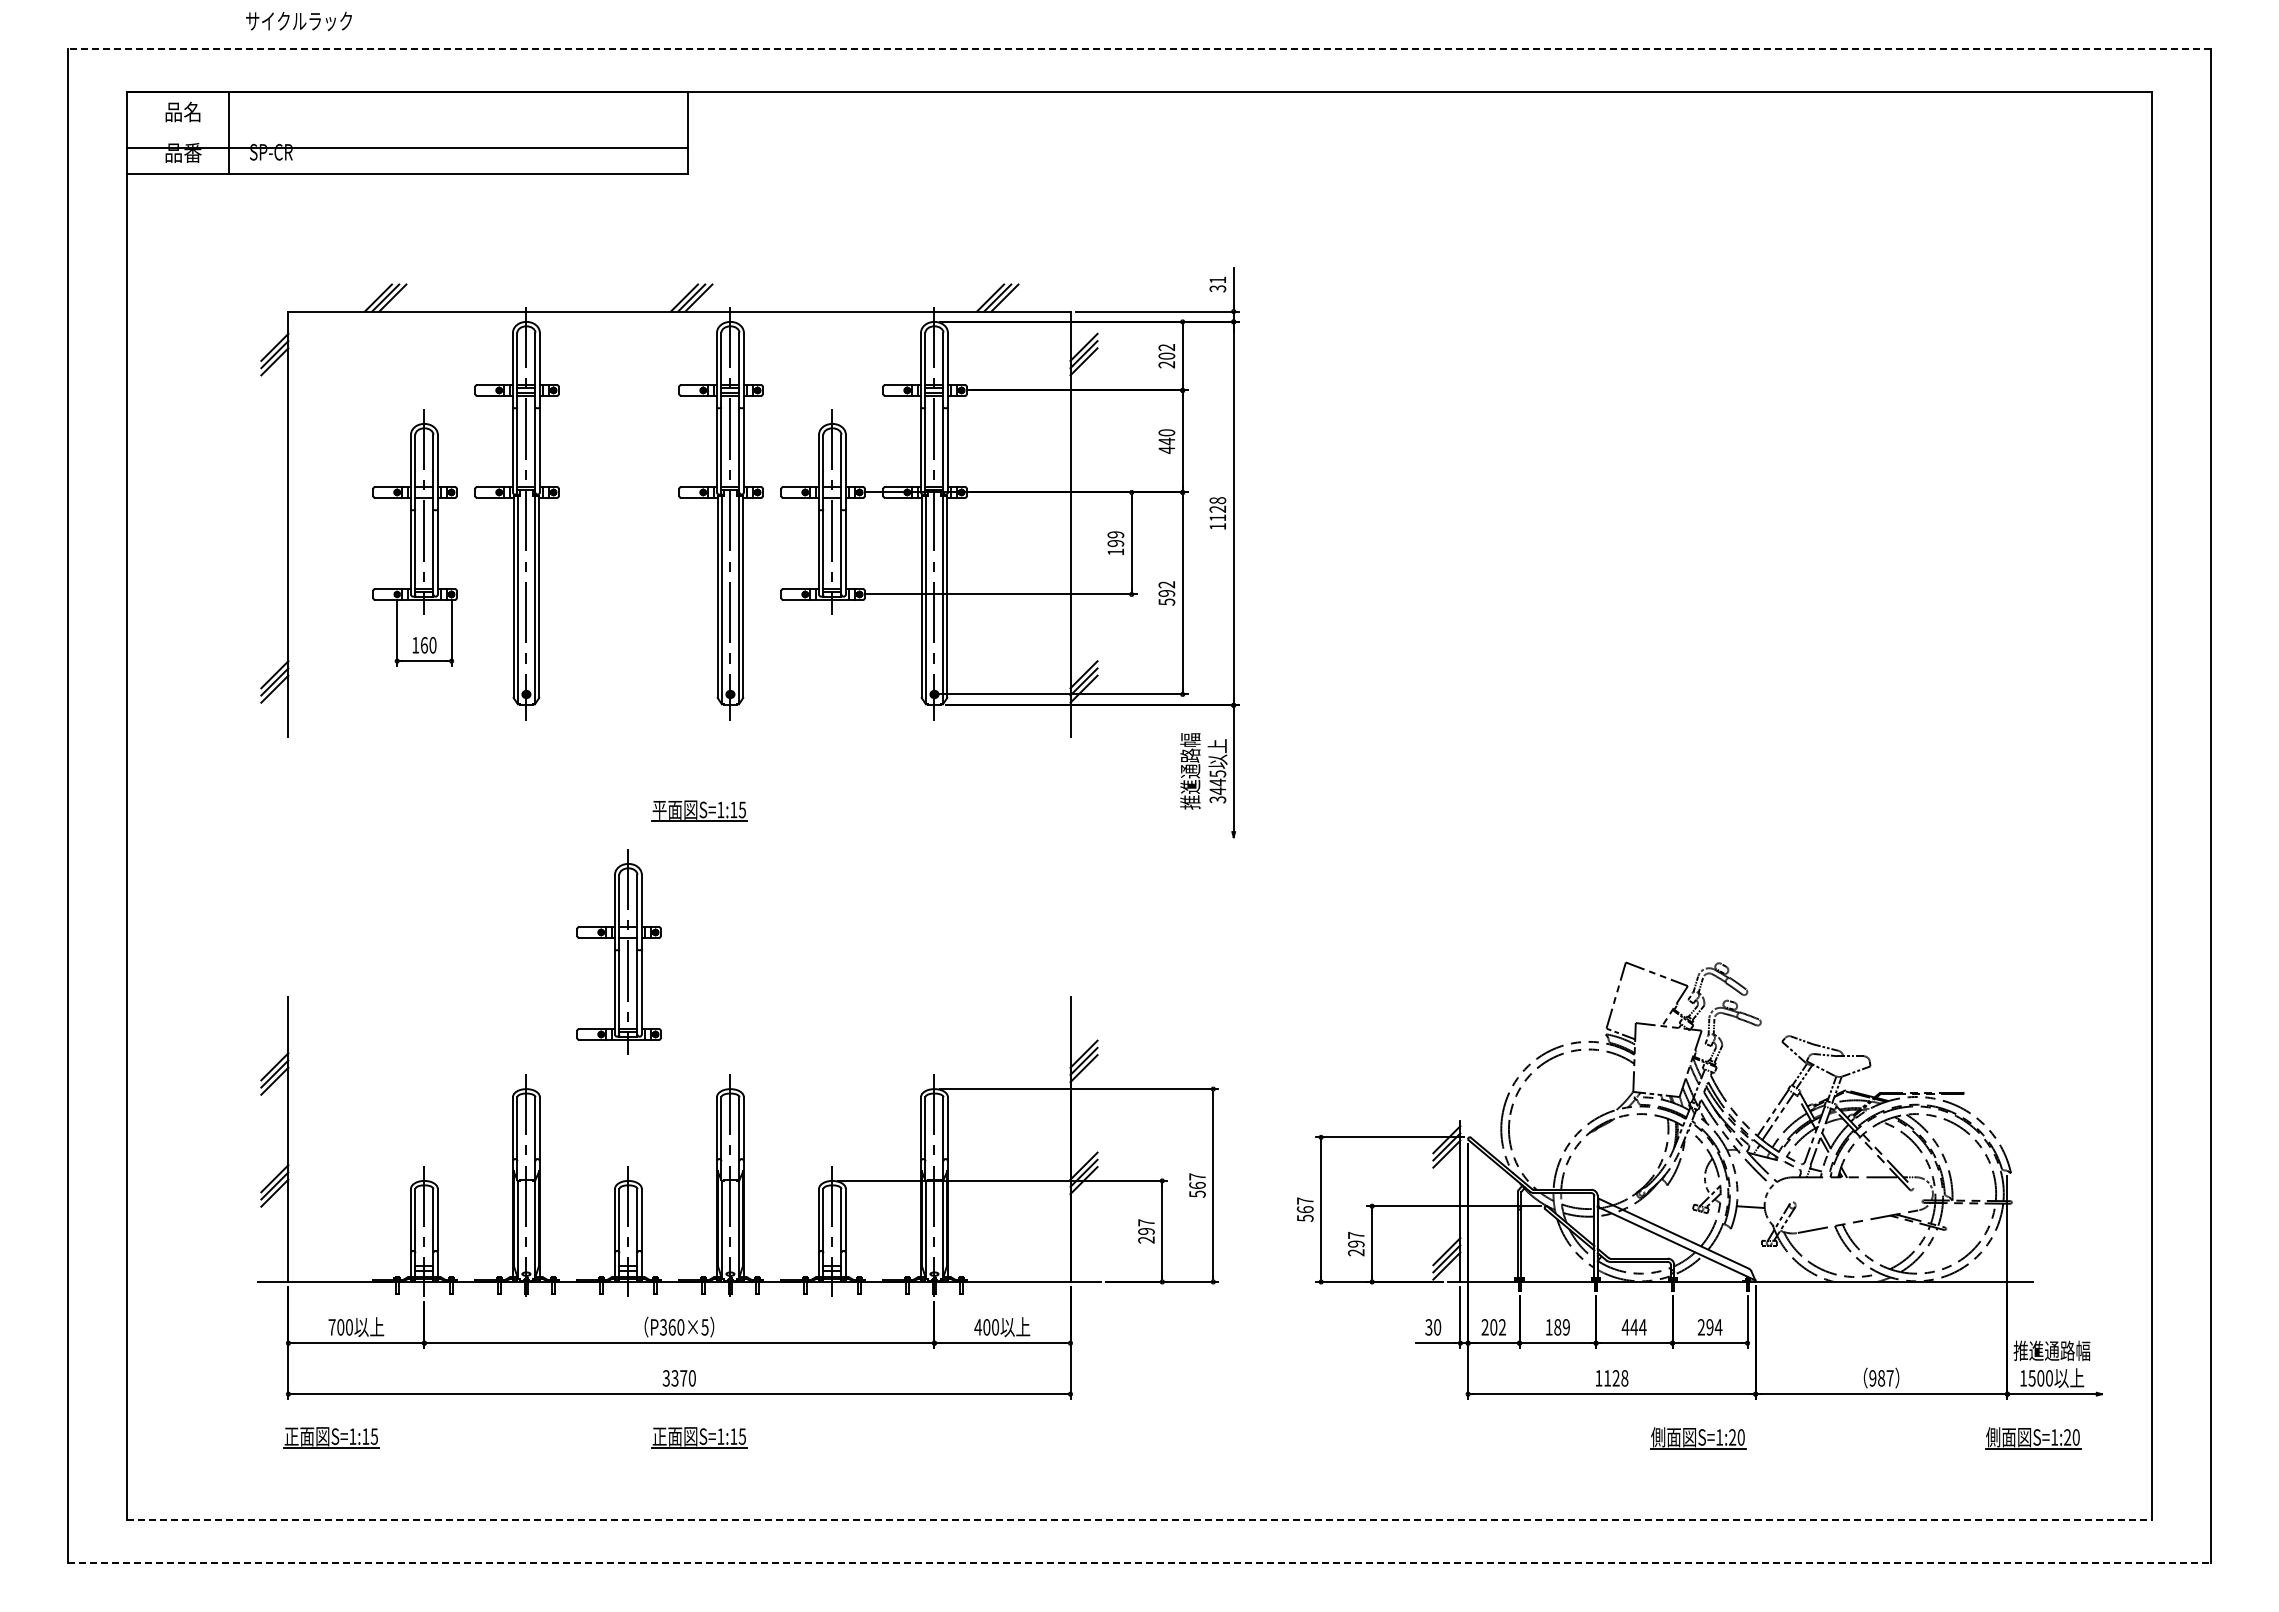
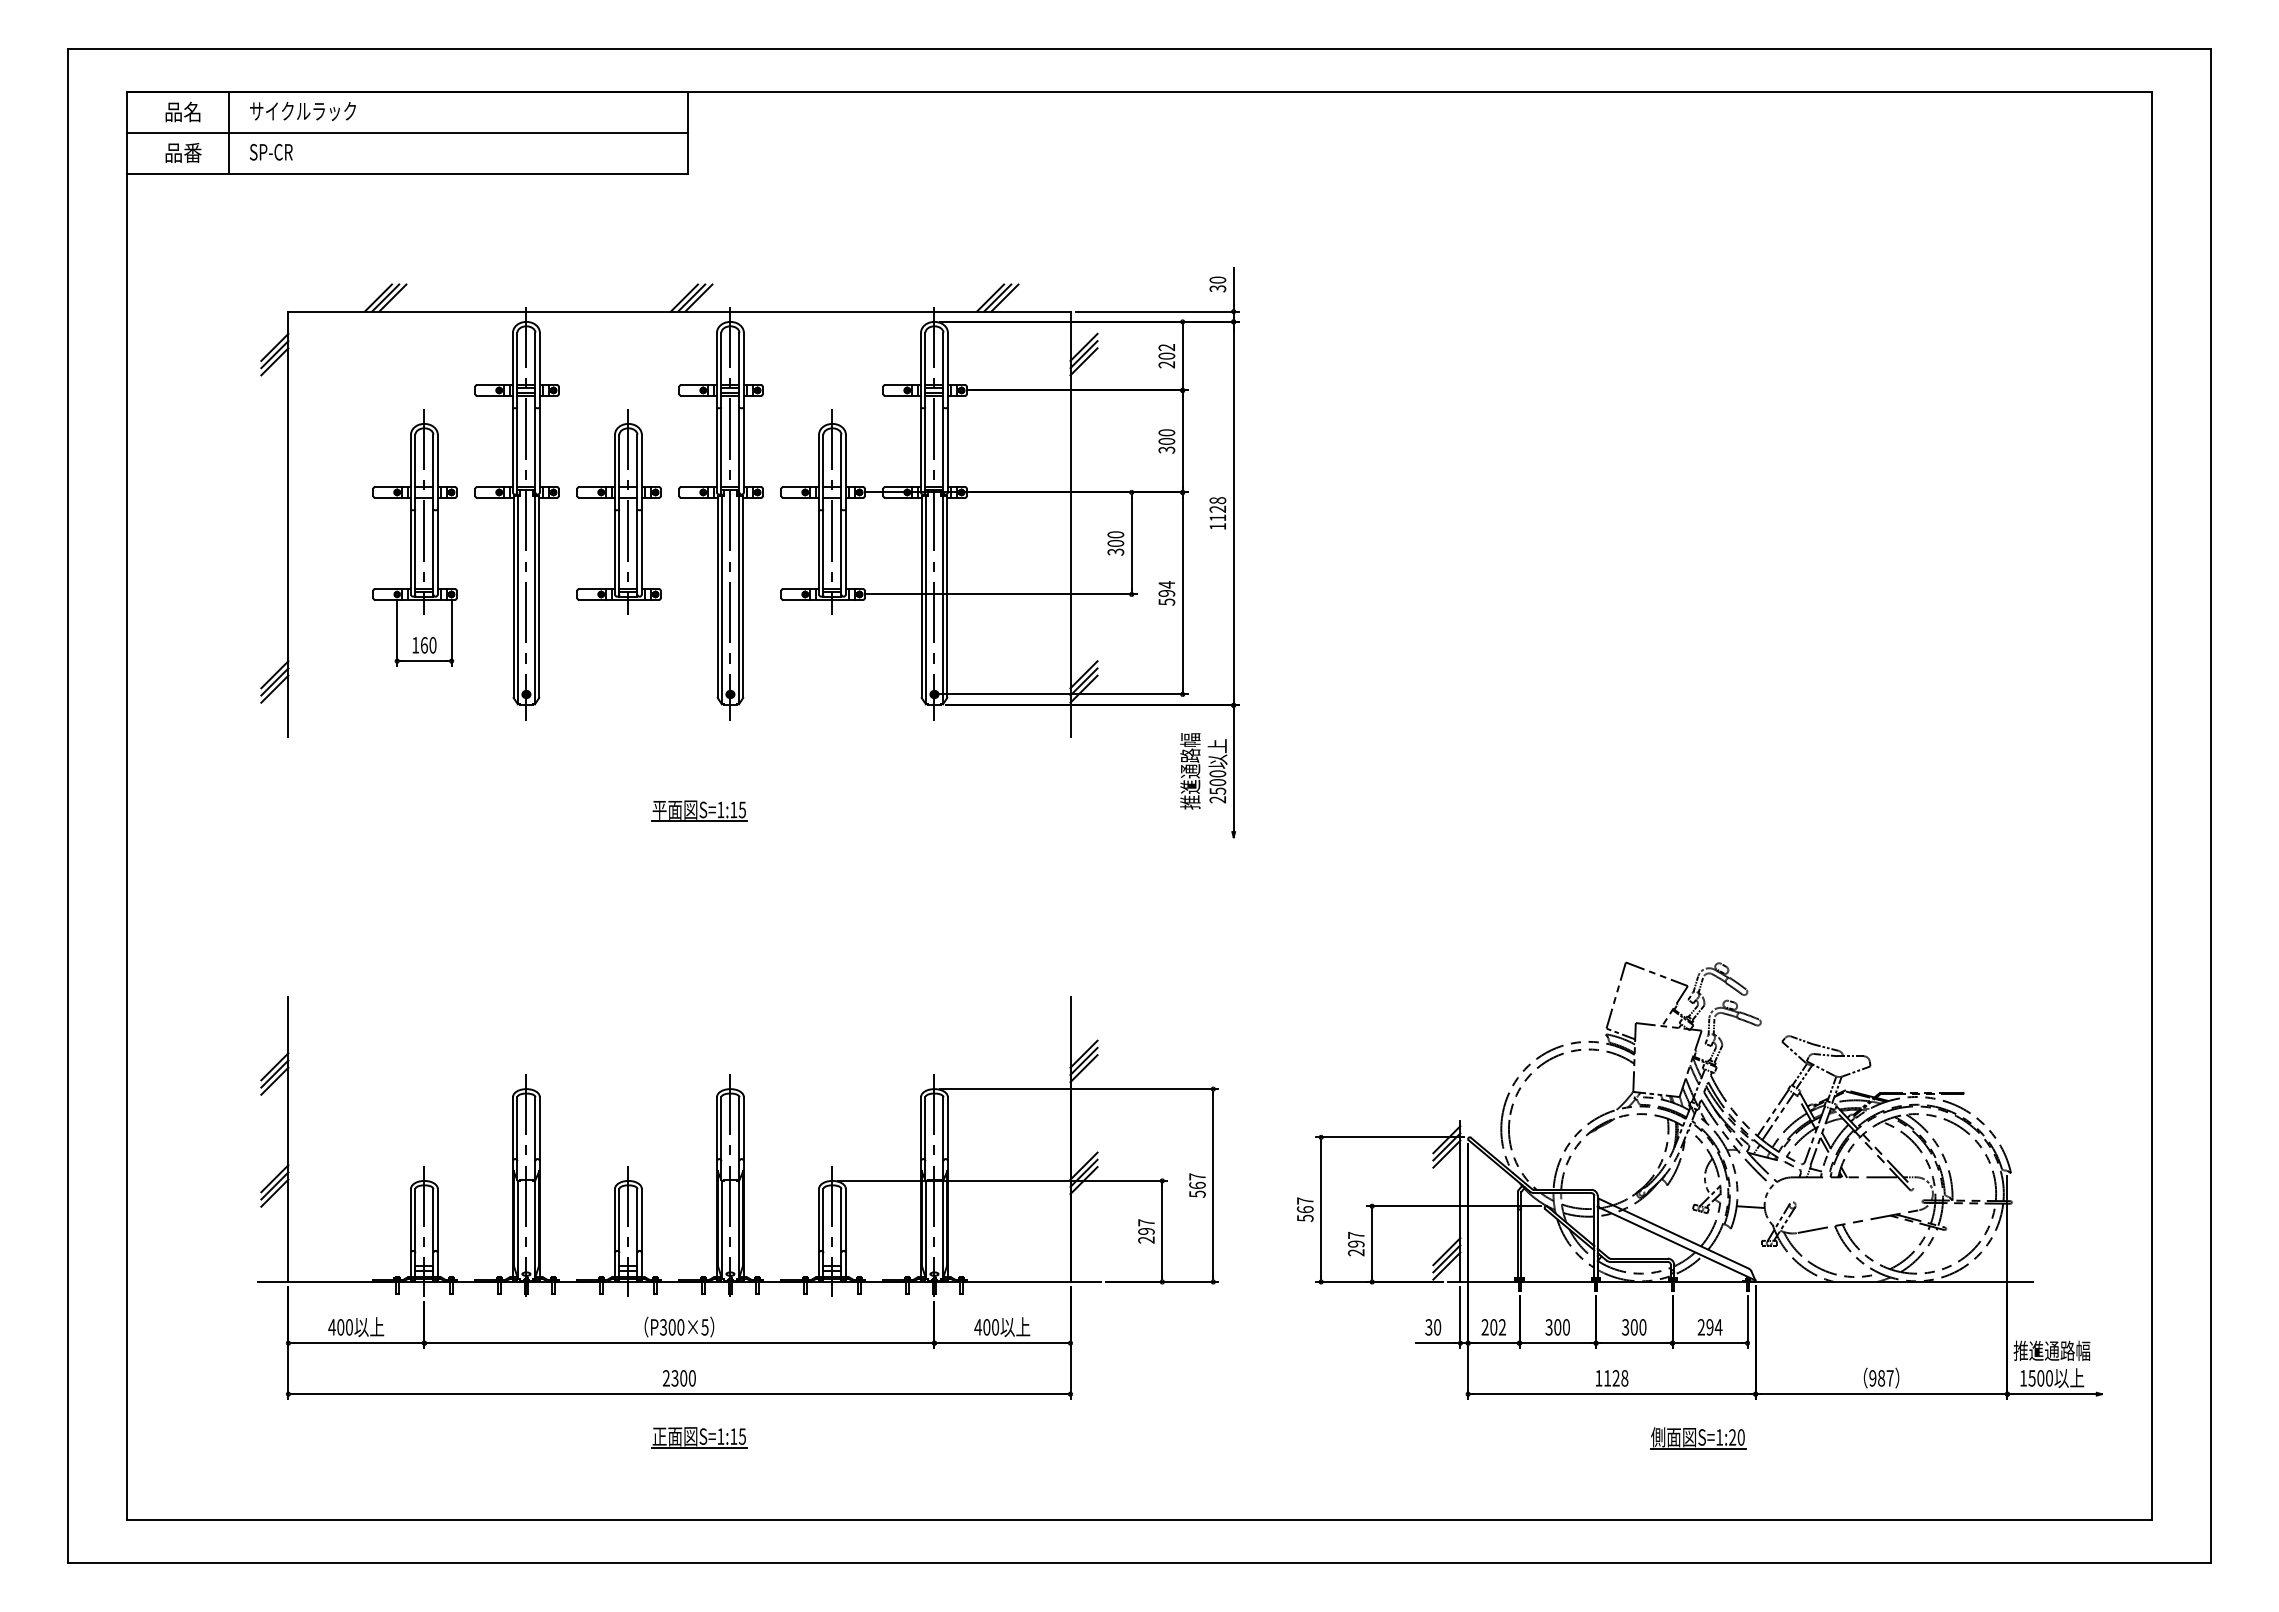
text at (298, 21) position: (298, 21) -> (302, 111)
line at (1139, 48): dashed -> solid
line at (407, 147) position: (407, 147) -> (407, 132)
text at (1217, 279): 31 -> 30
text at (1166, 445): 440 -> 300
text at (1115, 543): 199 -> 300
text at (1166, 584): 592 -> 594
text at (1217, 786): 3445 -> 2500
part at (618, 951) position: (618, 951) -> (618, 511)
text at (331, 1327): 700 -> 400
text at (671, 1327): P360×5 -> P300×5
text at (1557, 1327): 189 -> 300
text at (1633, 1327): 444 -> 300
text at (674, 1378): 3370 -> 2300
part at (331, 1437): present -> none
part at (2033, 1438): present -> none
line at (1139, 1520): dashed -> solid
line at (1139, 1563): dashed -> solid
